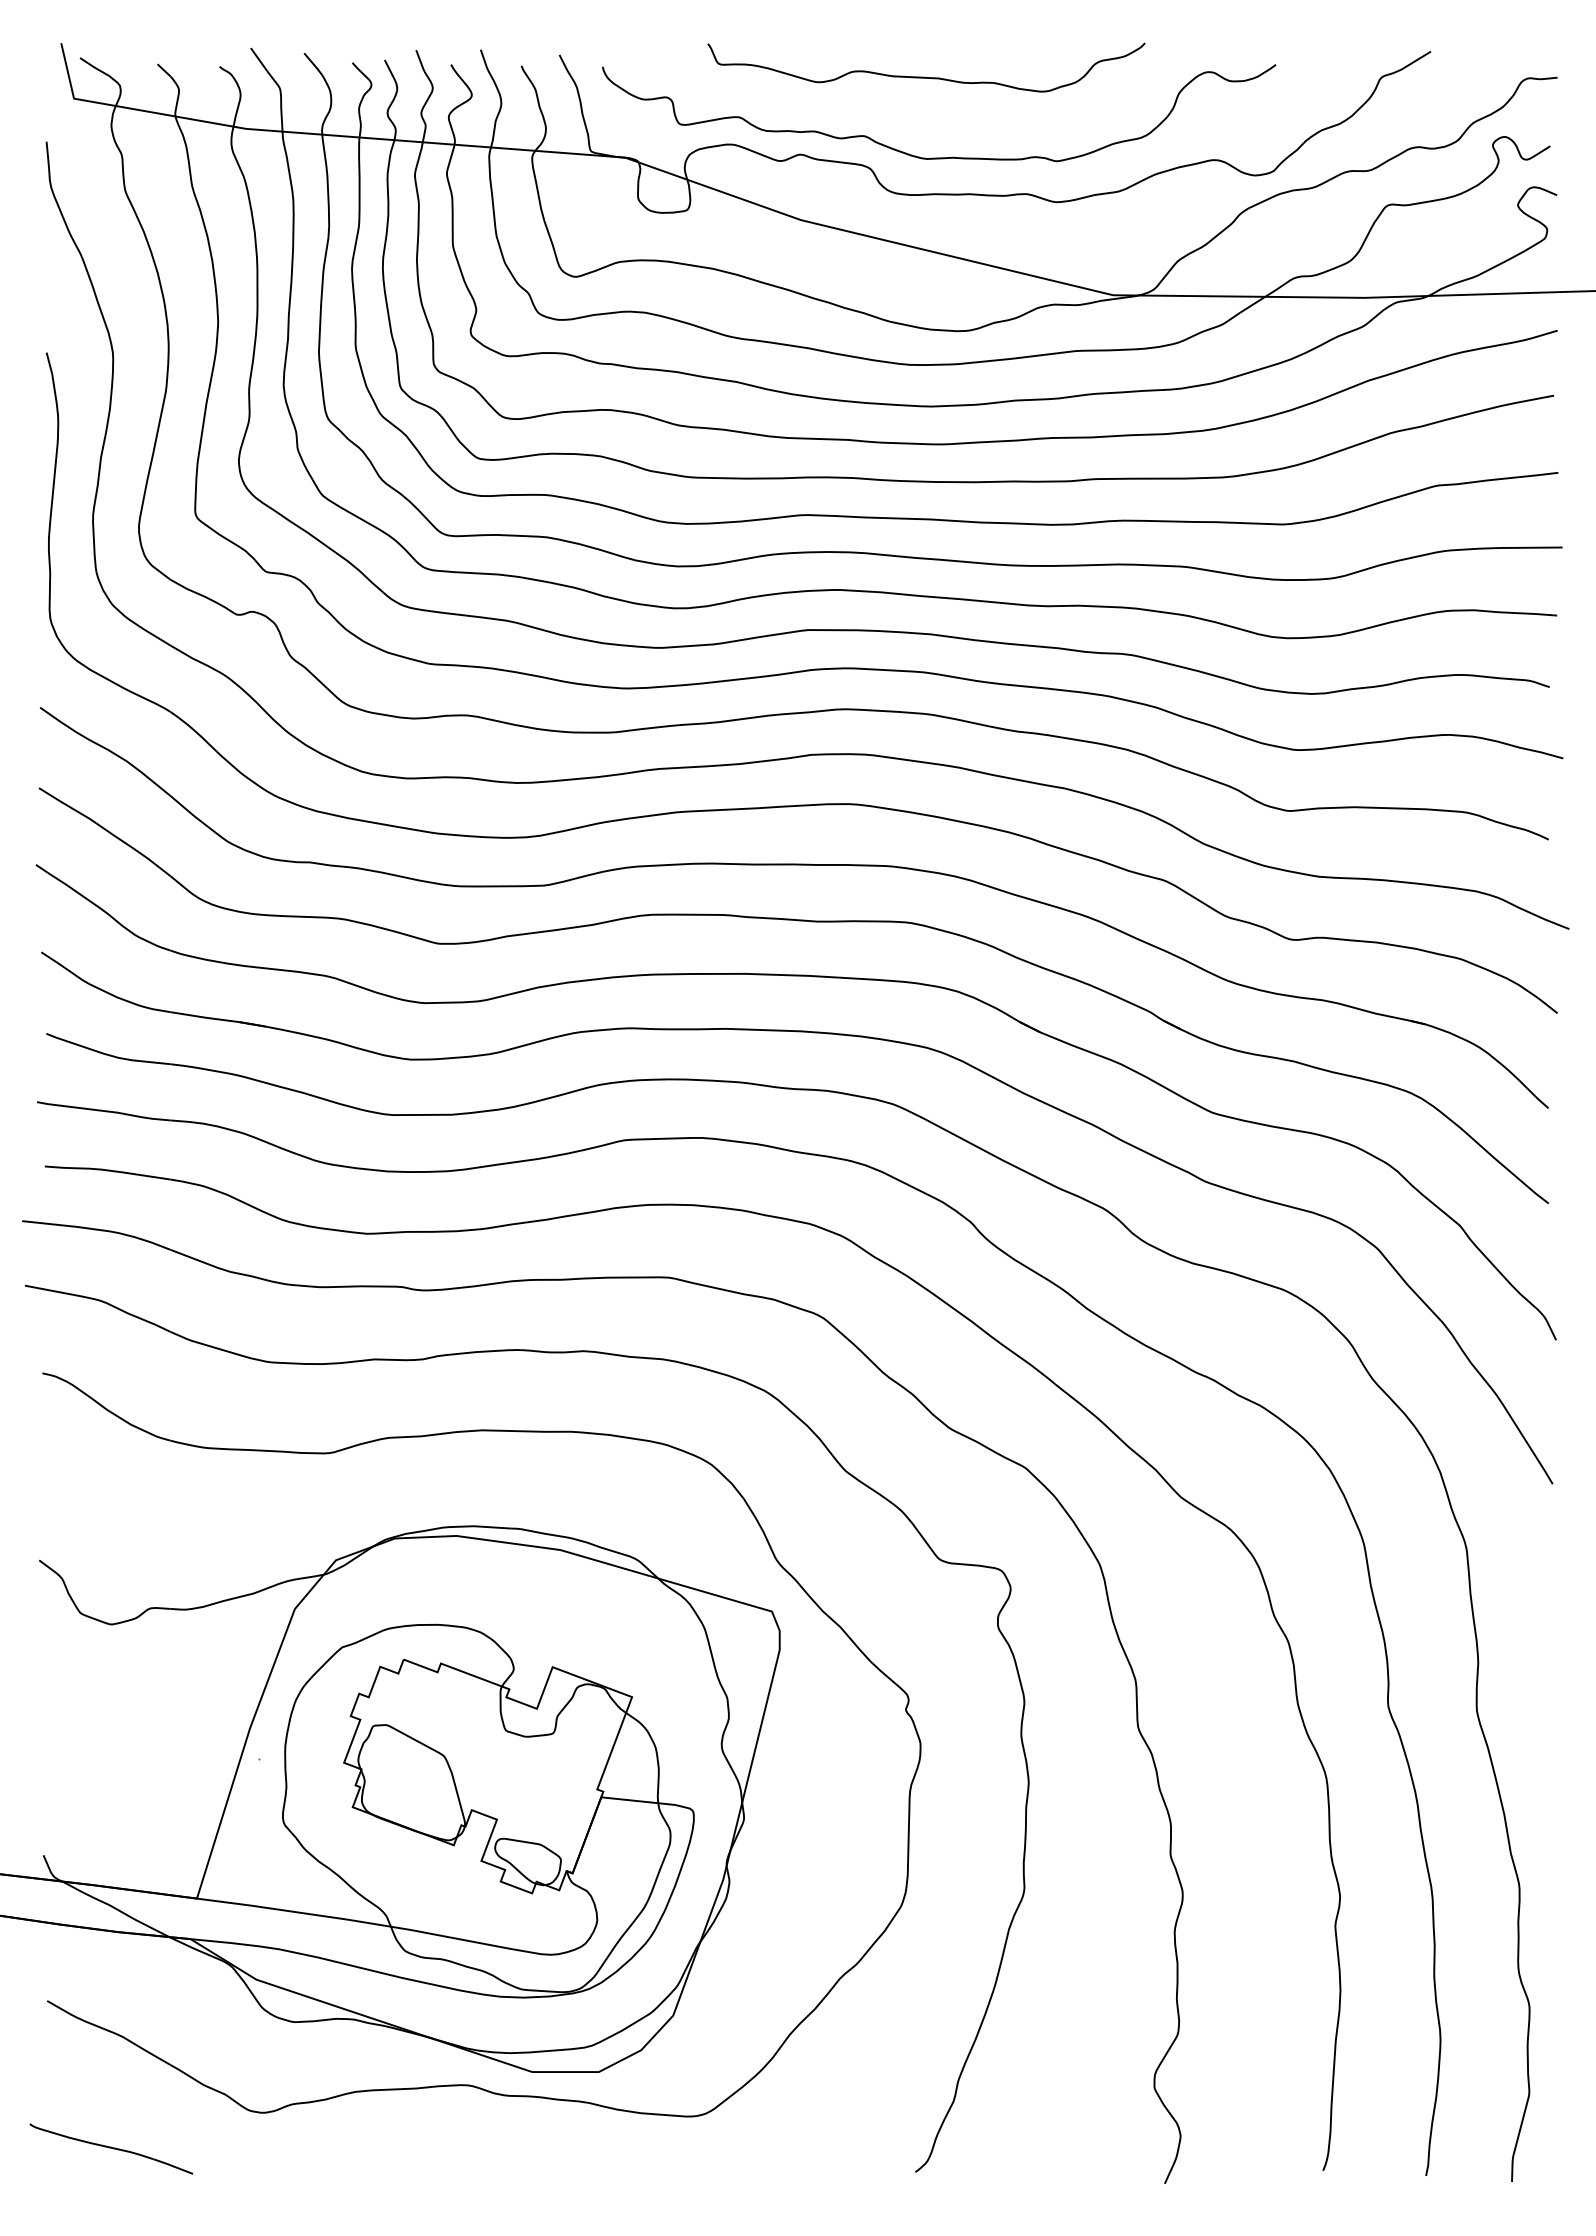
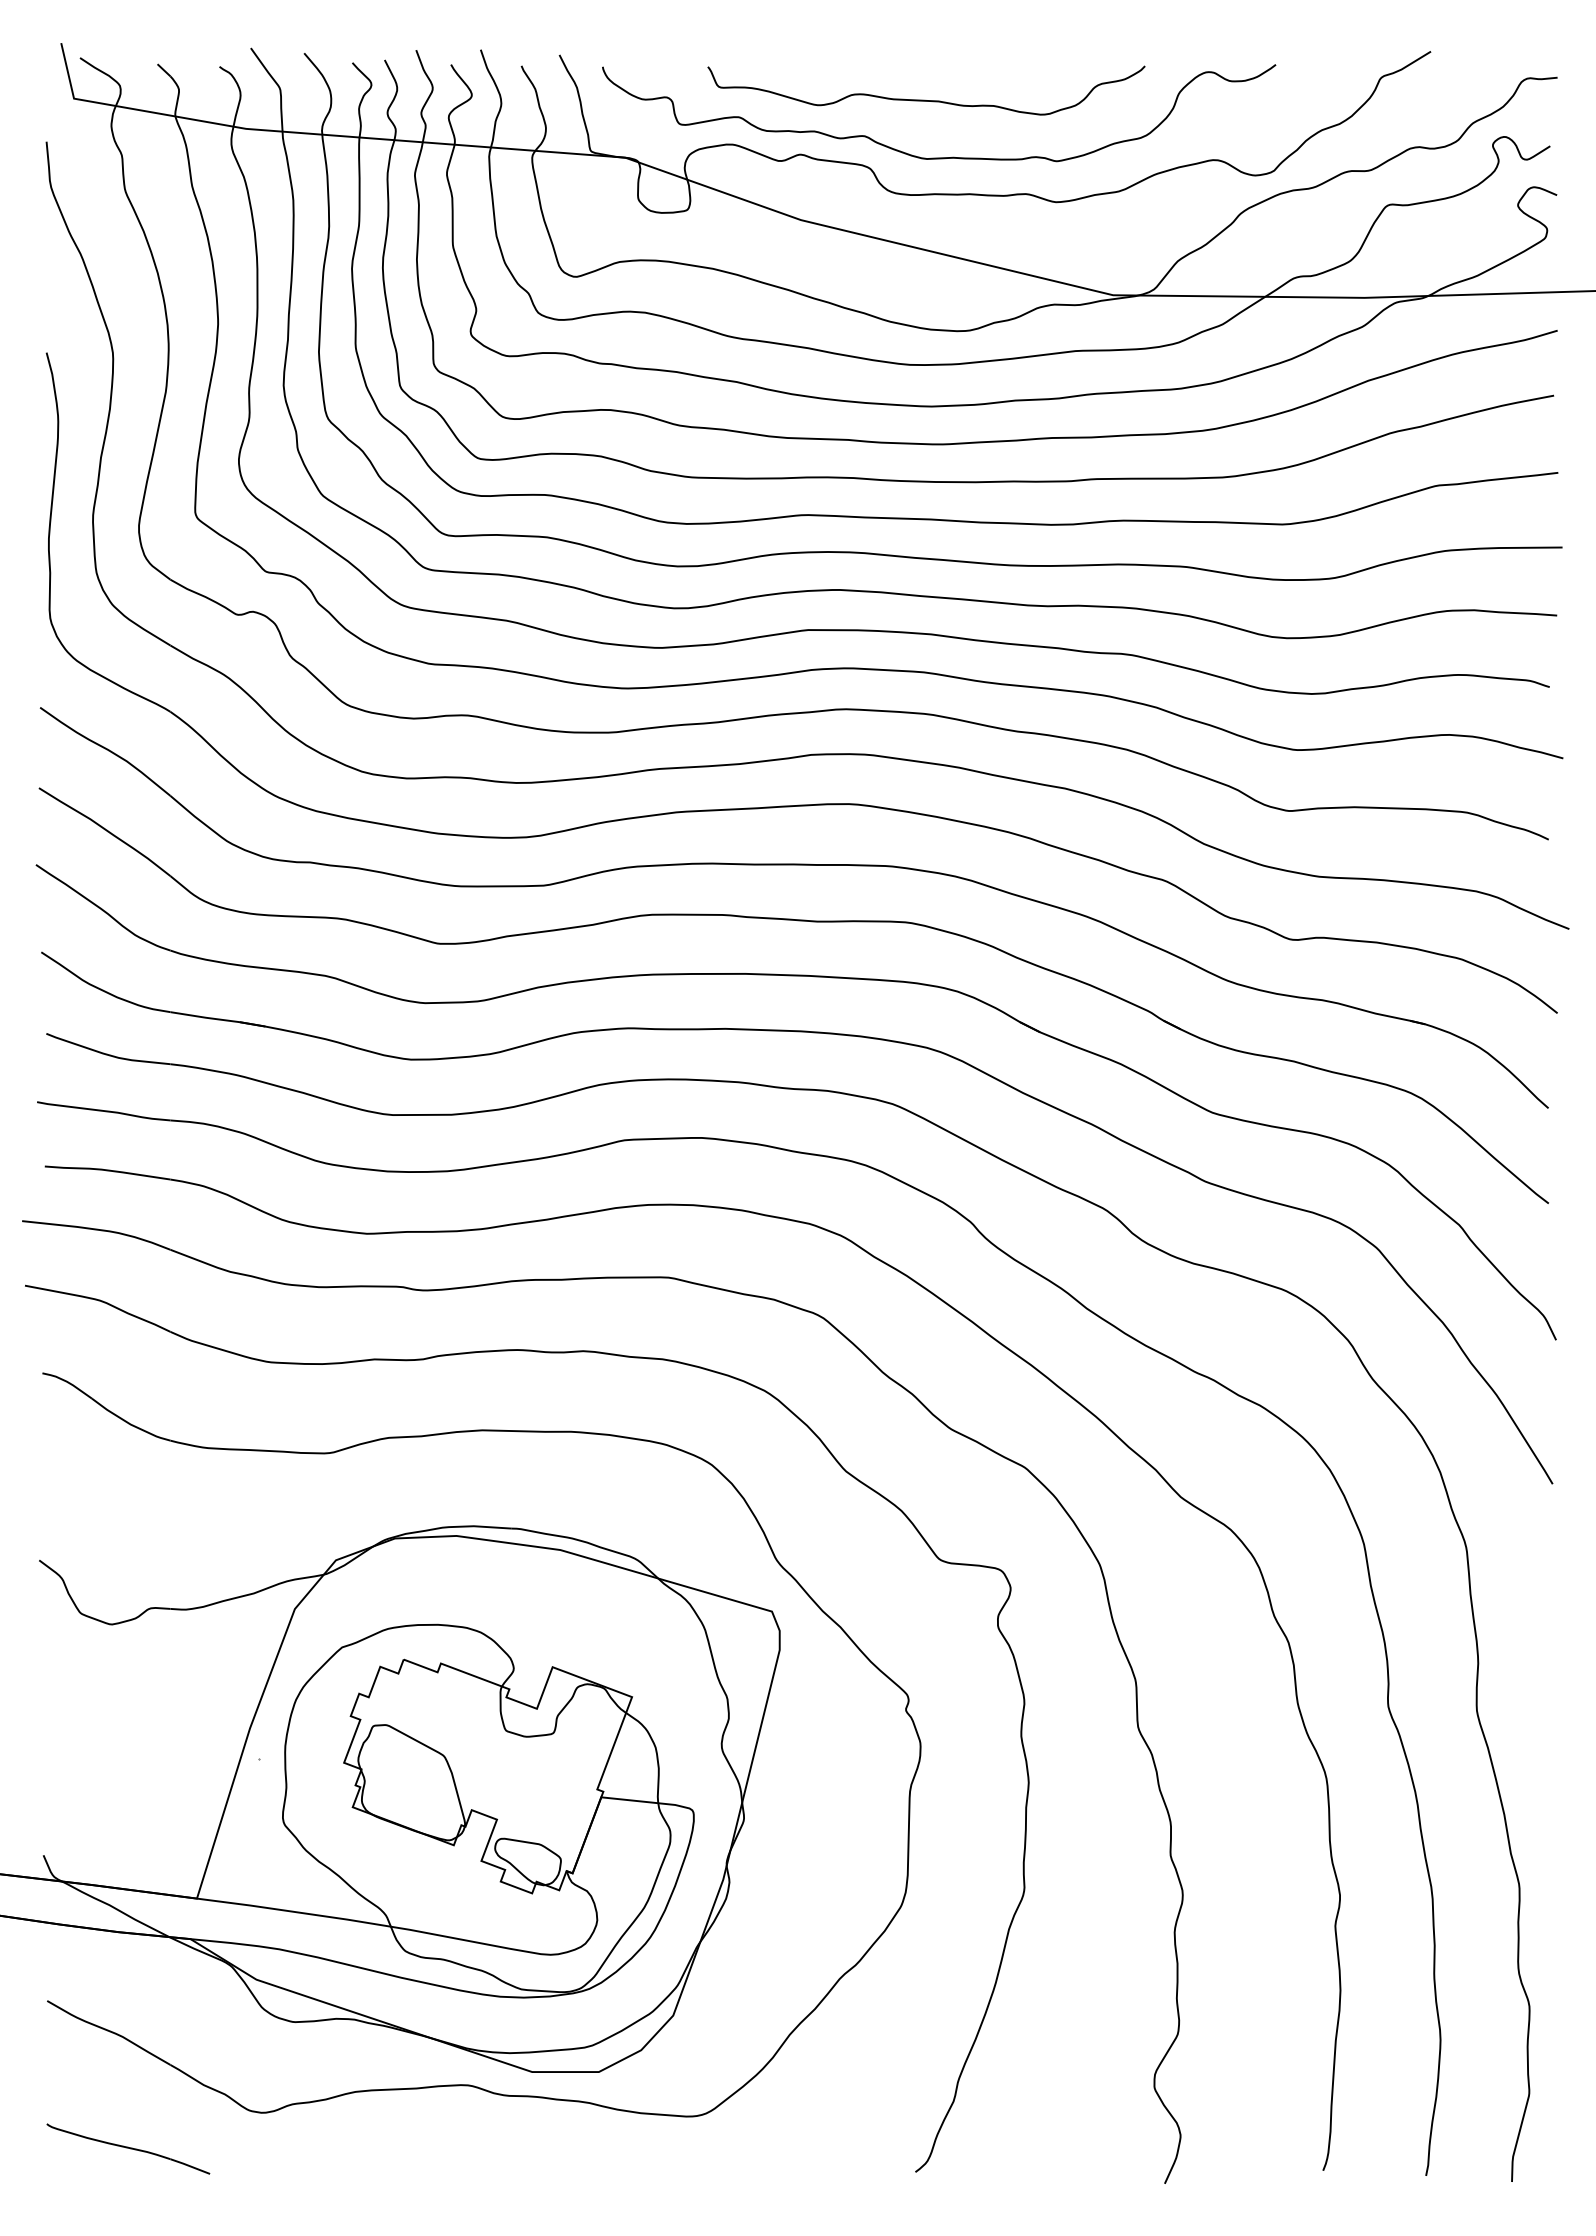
curve at (925, 76) position: (925, 76) -> (925, 99)
part at (111, 2148) position: (111, 2148) -> (128, 2148)
